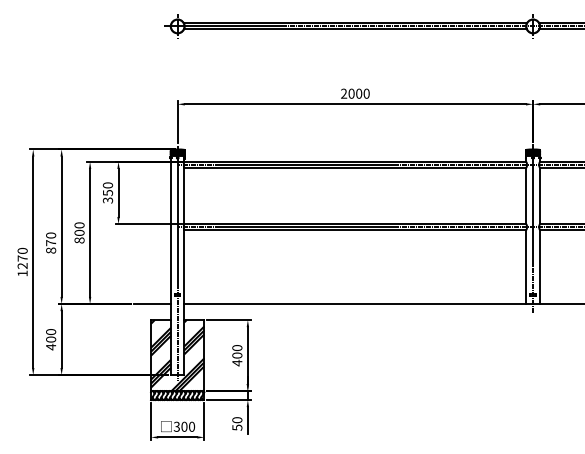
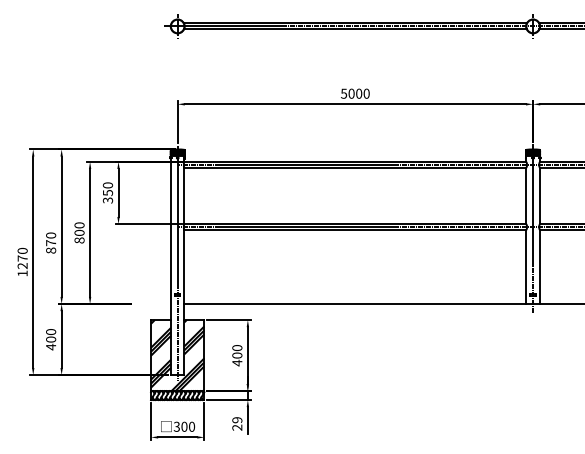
text at (344, 93): 2000 -> 5000
line at (152, 304): present -> none
text at (237, 423): 50 -> 29
